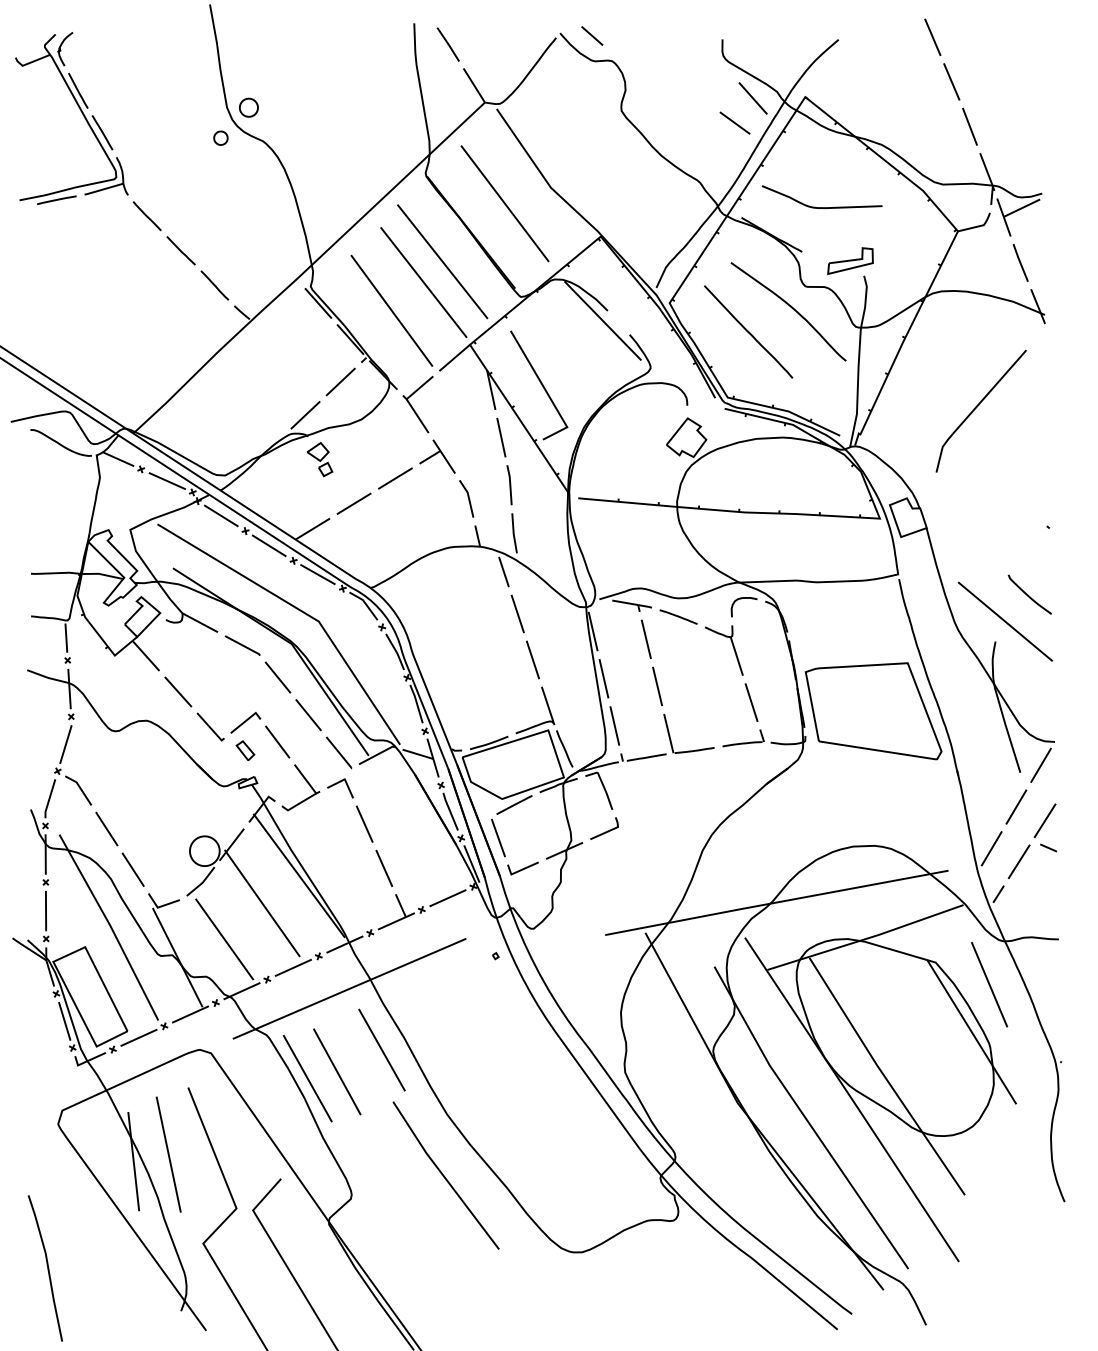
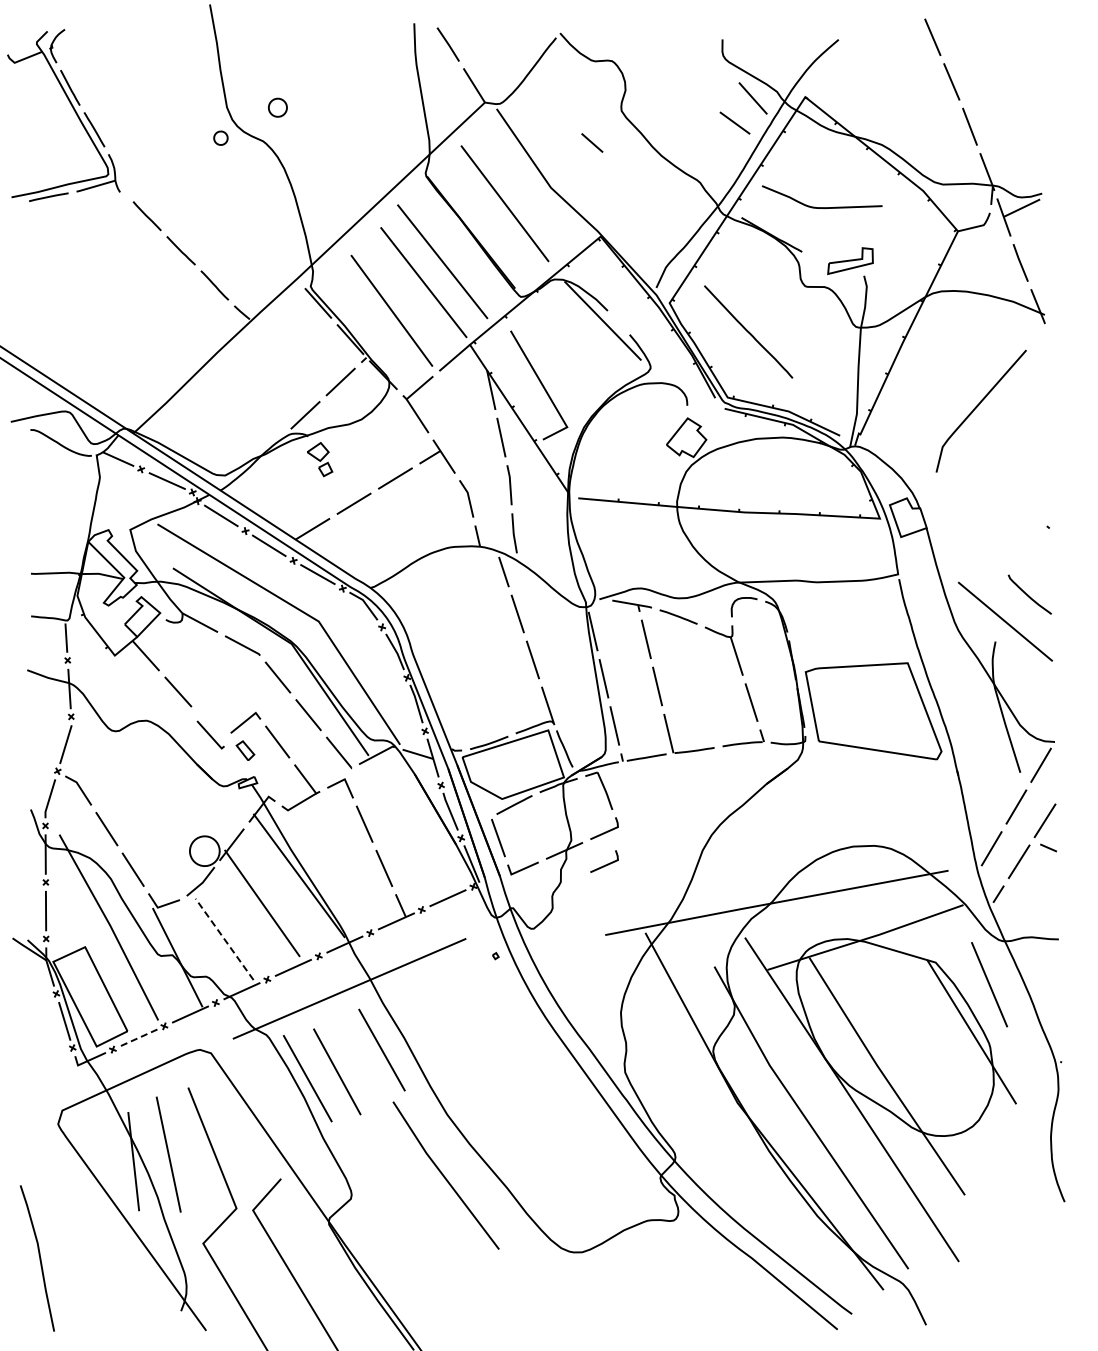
line at (592, 35) position: (592, 35) -> (592, 142)
part at (248, 107) position: (248, 107) -> (277, 107)
part at (81, 113) position: (81, 113) -> (73, 110)
curve at (791, 308): present -> none
line at (210, 726) position: (210, 726) -> (210, 734)
line at (605, 864): none -> present
line at (224, 939): solid -> dashed
line at (138, 1038): solid -> dashed
line at (47, 1268) position: (47, 1268) -> (39, 1258)
